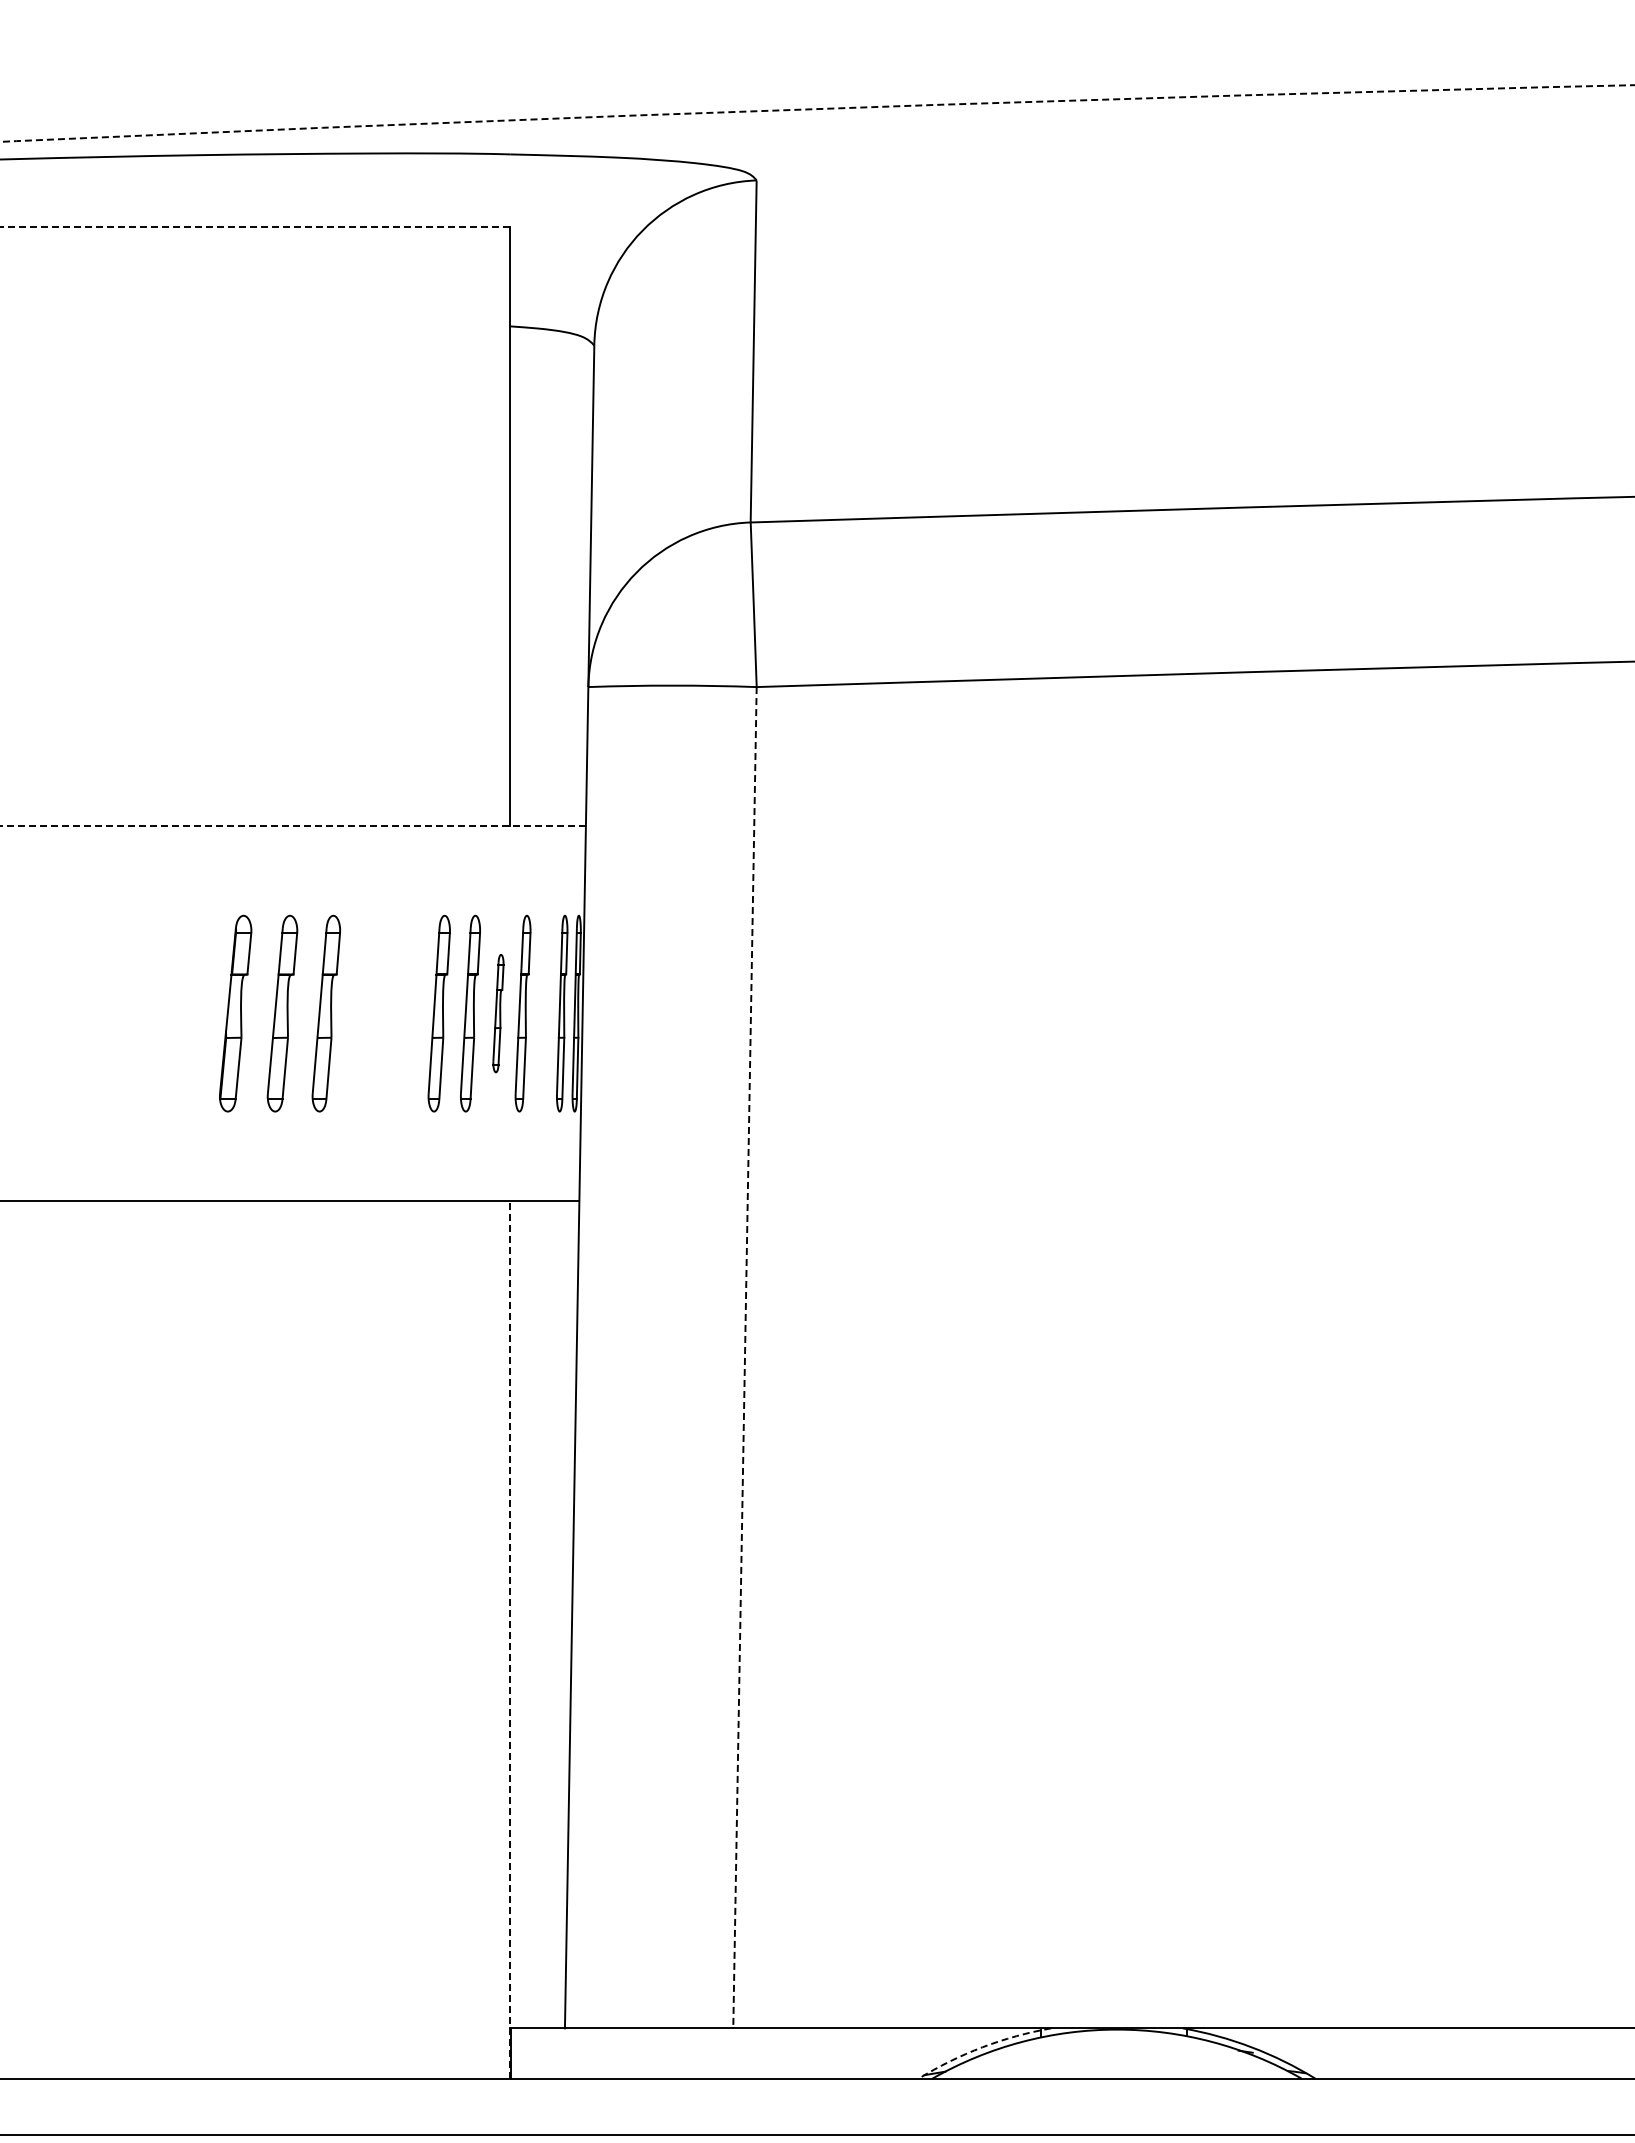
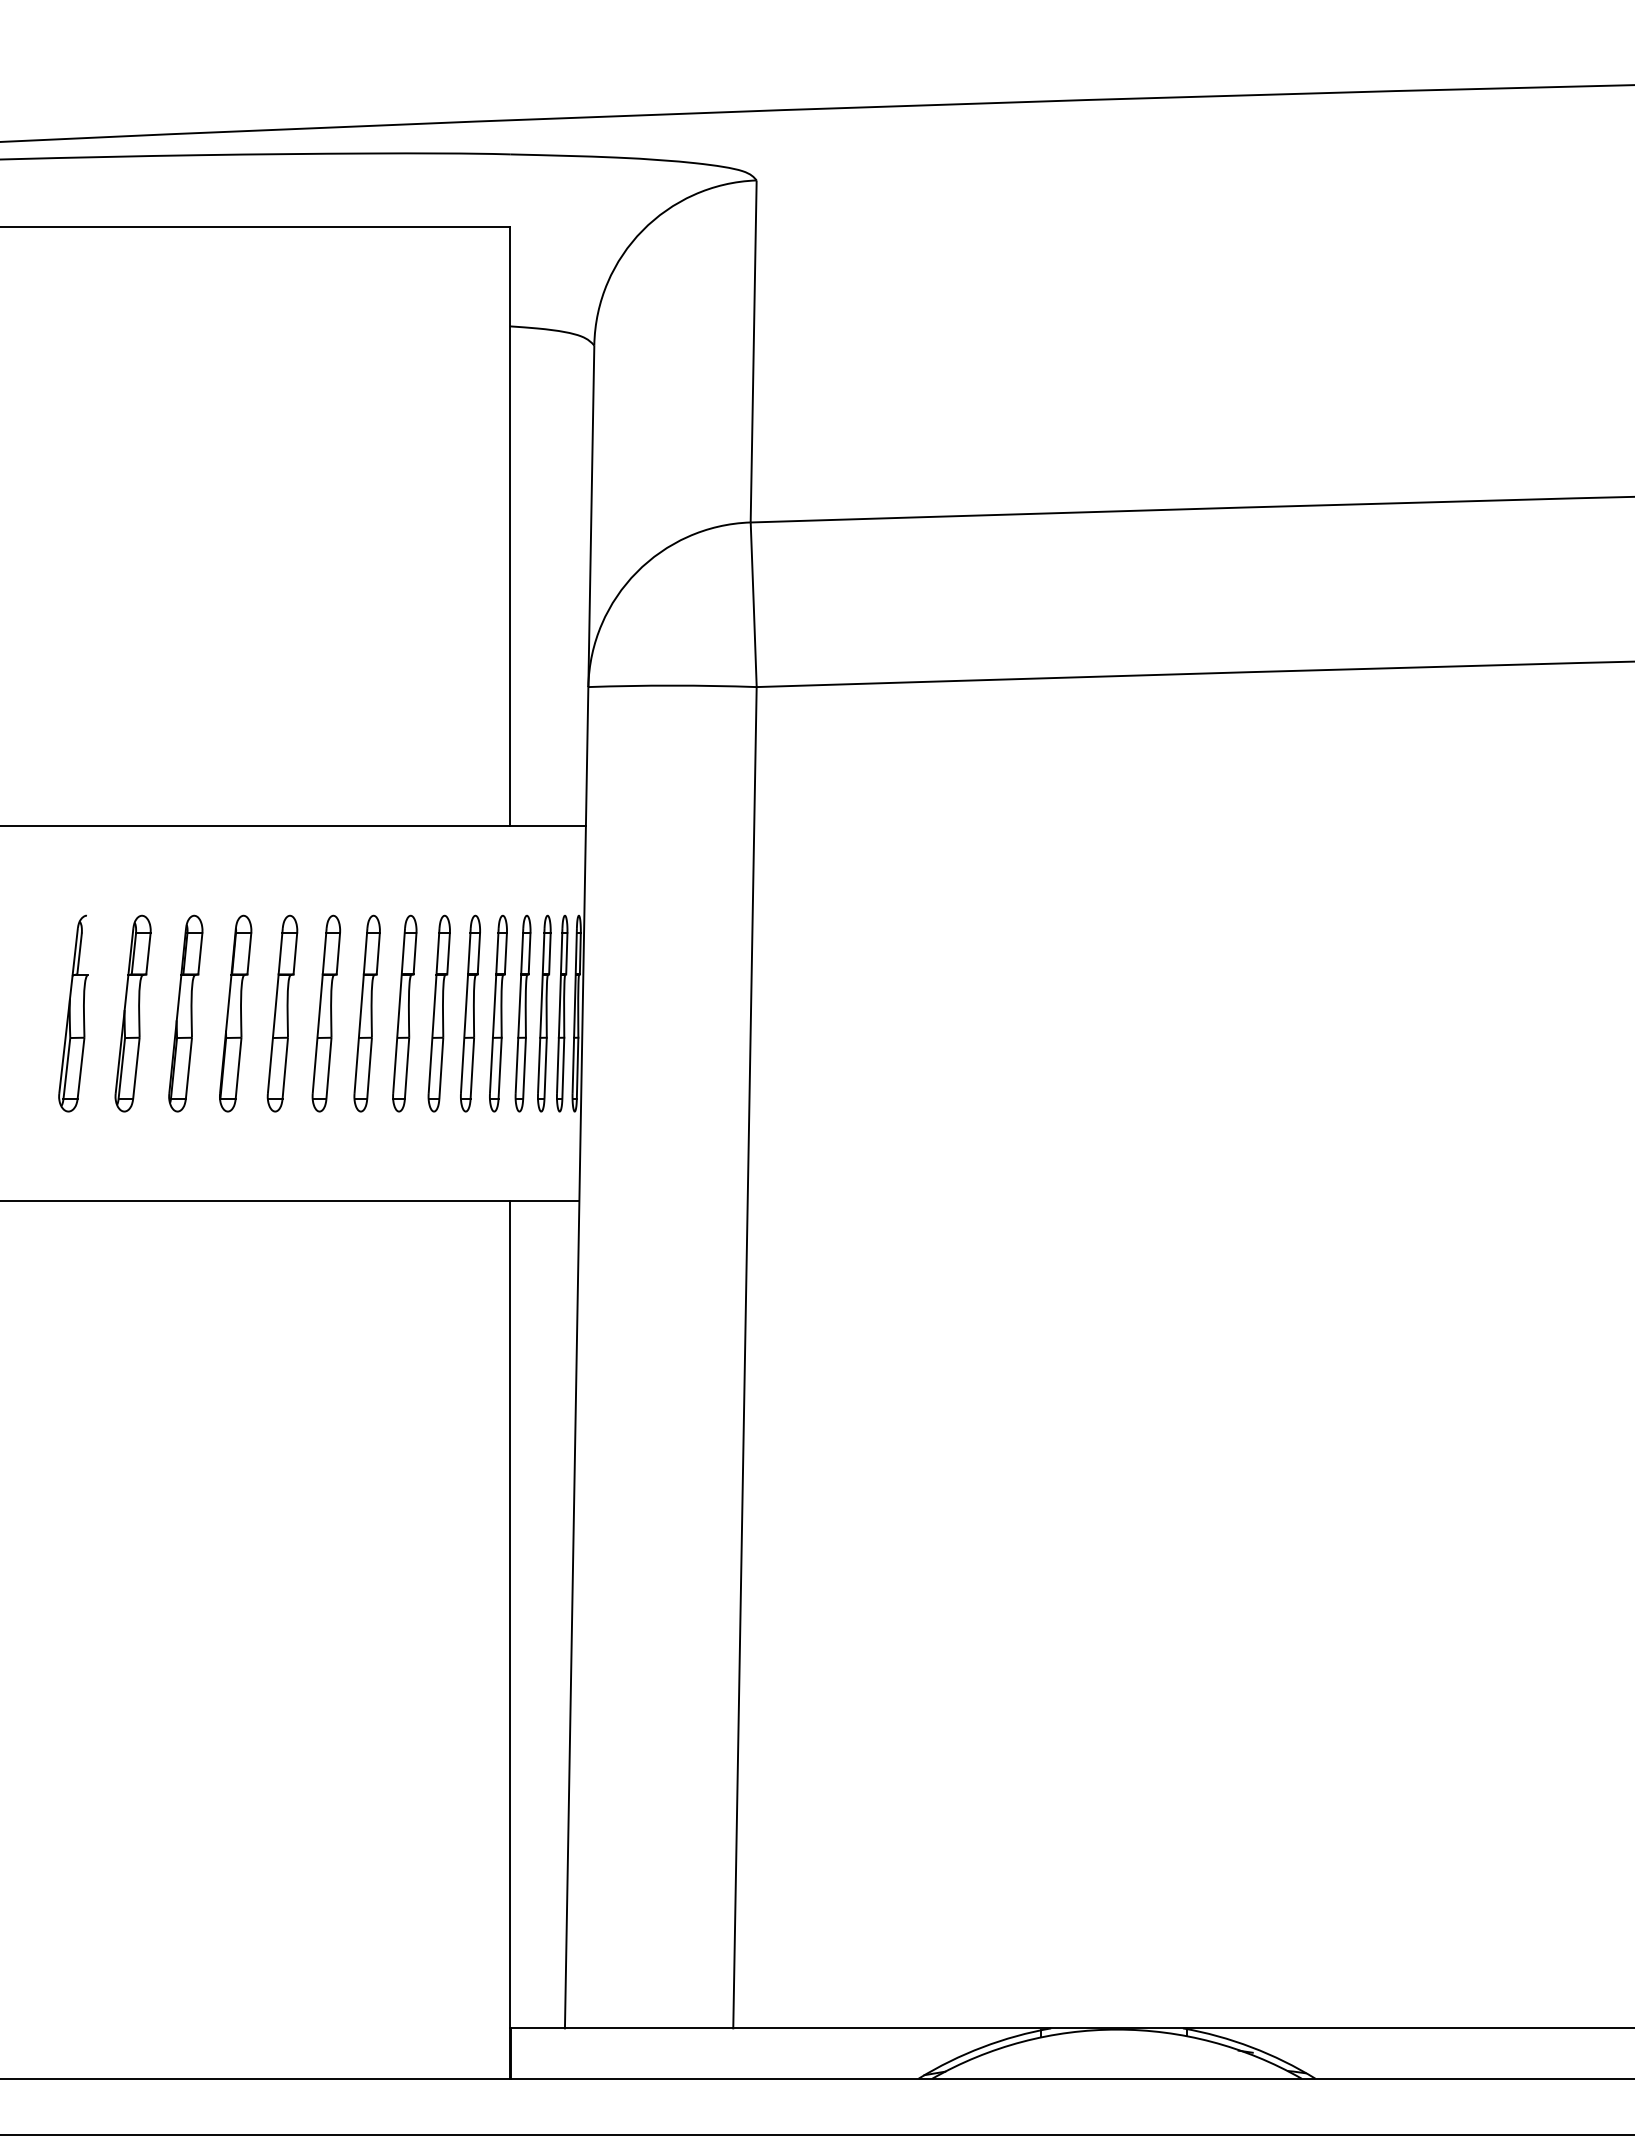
arc at (817, 109): dashed -> solid
line at (255, 226): dashed -> solid
line at (292, 826): dashed -> solid
part at (73, 1013): none -> present
part at (132, 1013): none -> present
part at (185, 1013): none -> present
part at (366, 1013): none -> present
part at (404, 1013): none -> present
part at (498, 1013) size: 13x120 px -> 19x199 px
part at (544, 1013): none -> present
line at (744, 1357): dashed -> solid
line at (509, 1639): dashed -> solid
arc at (982, 2047): dashed -> solid
